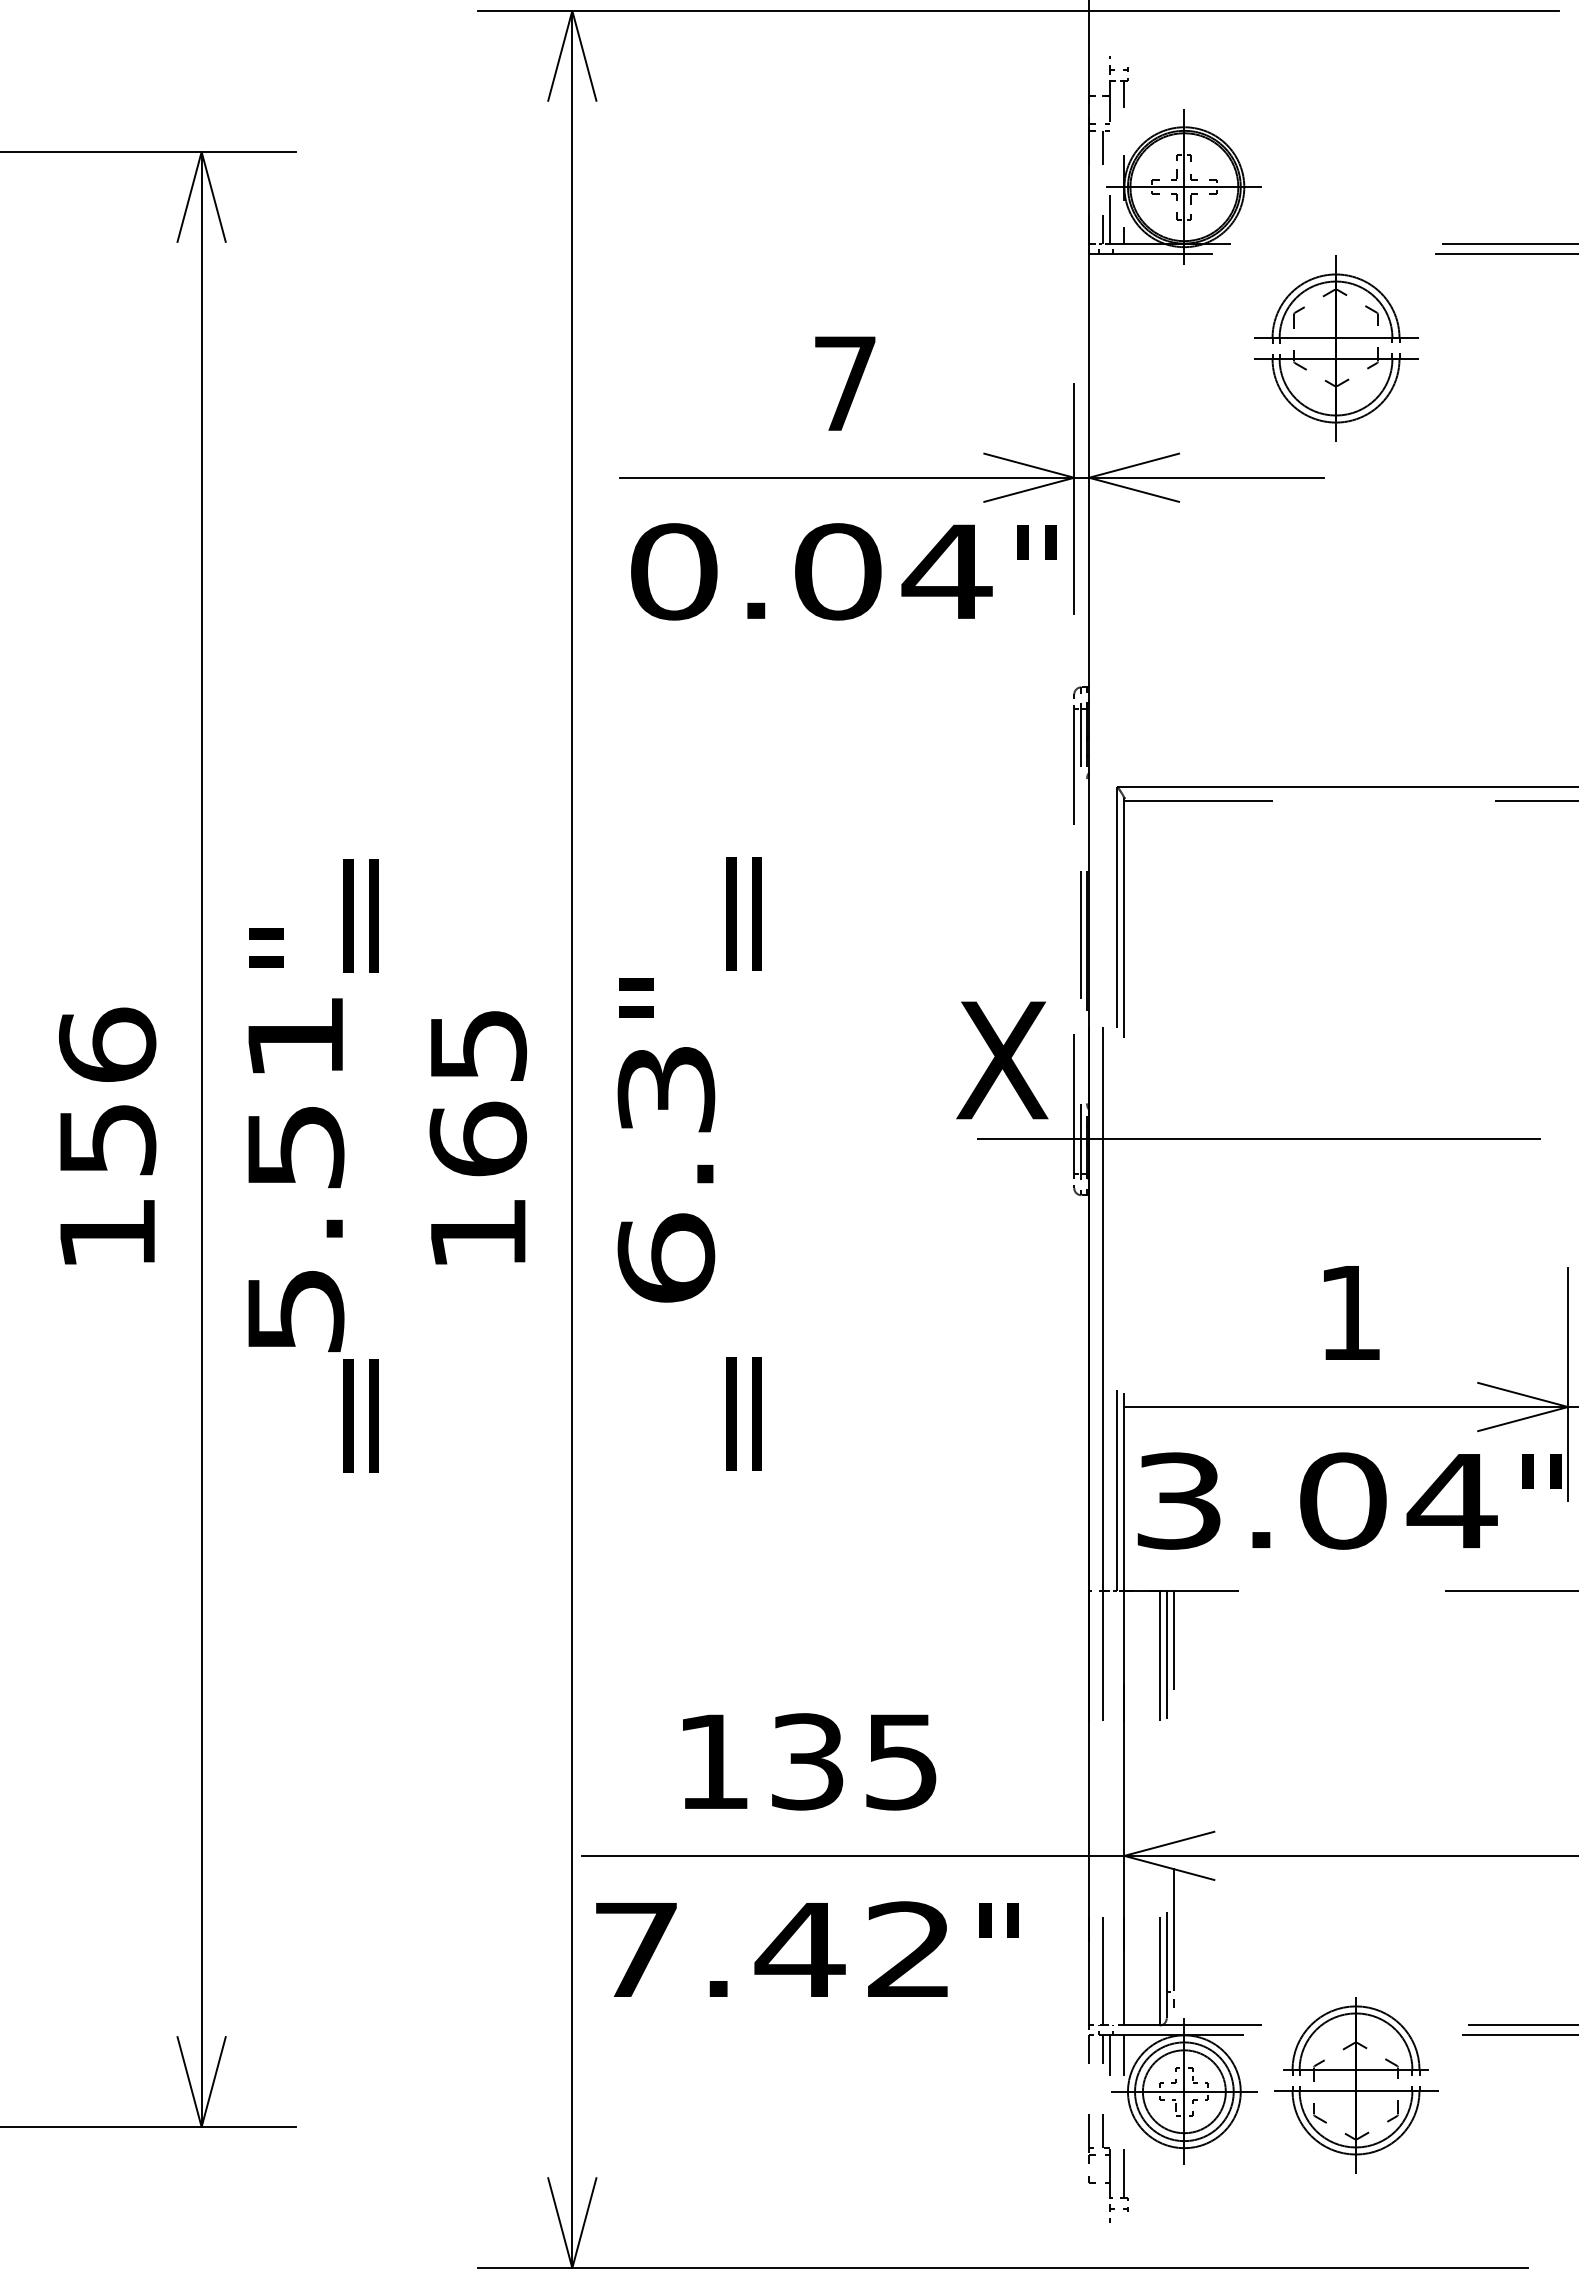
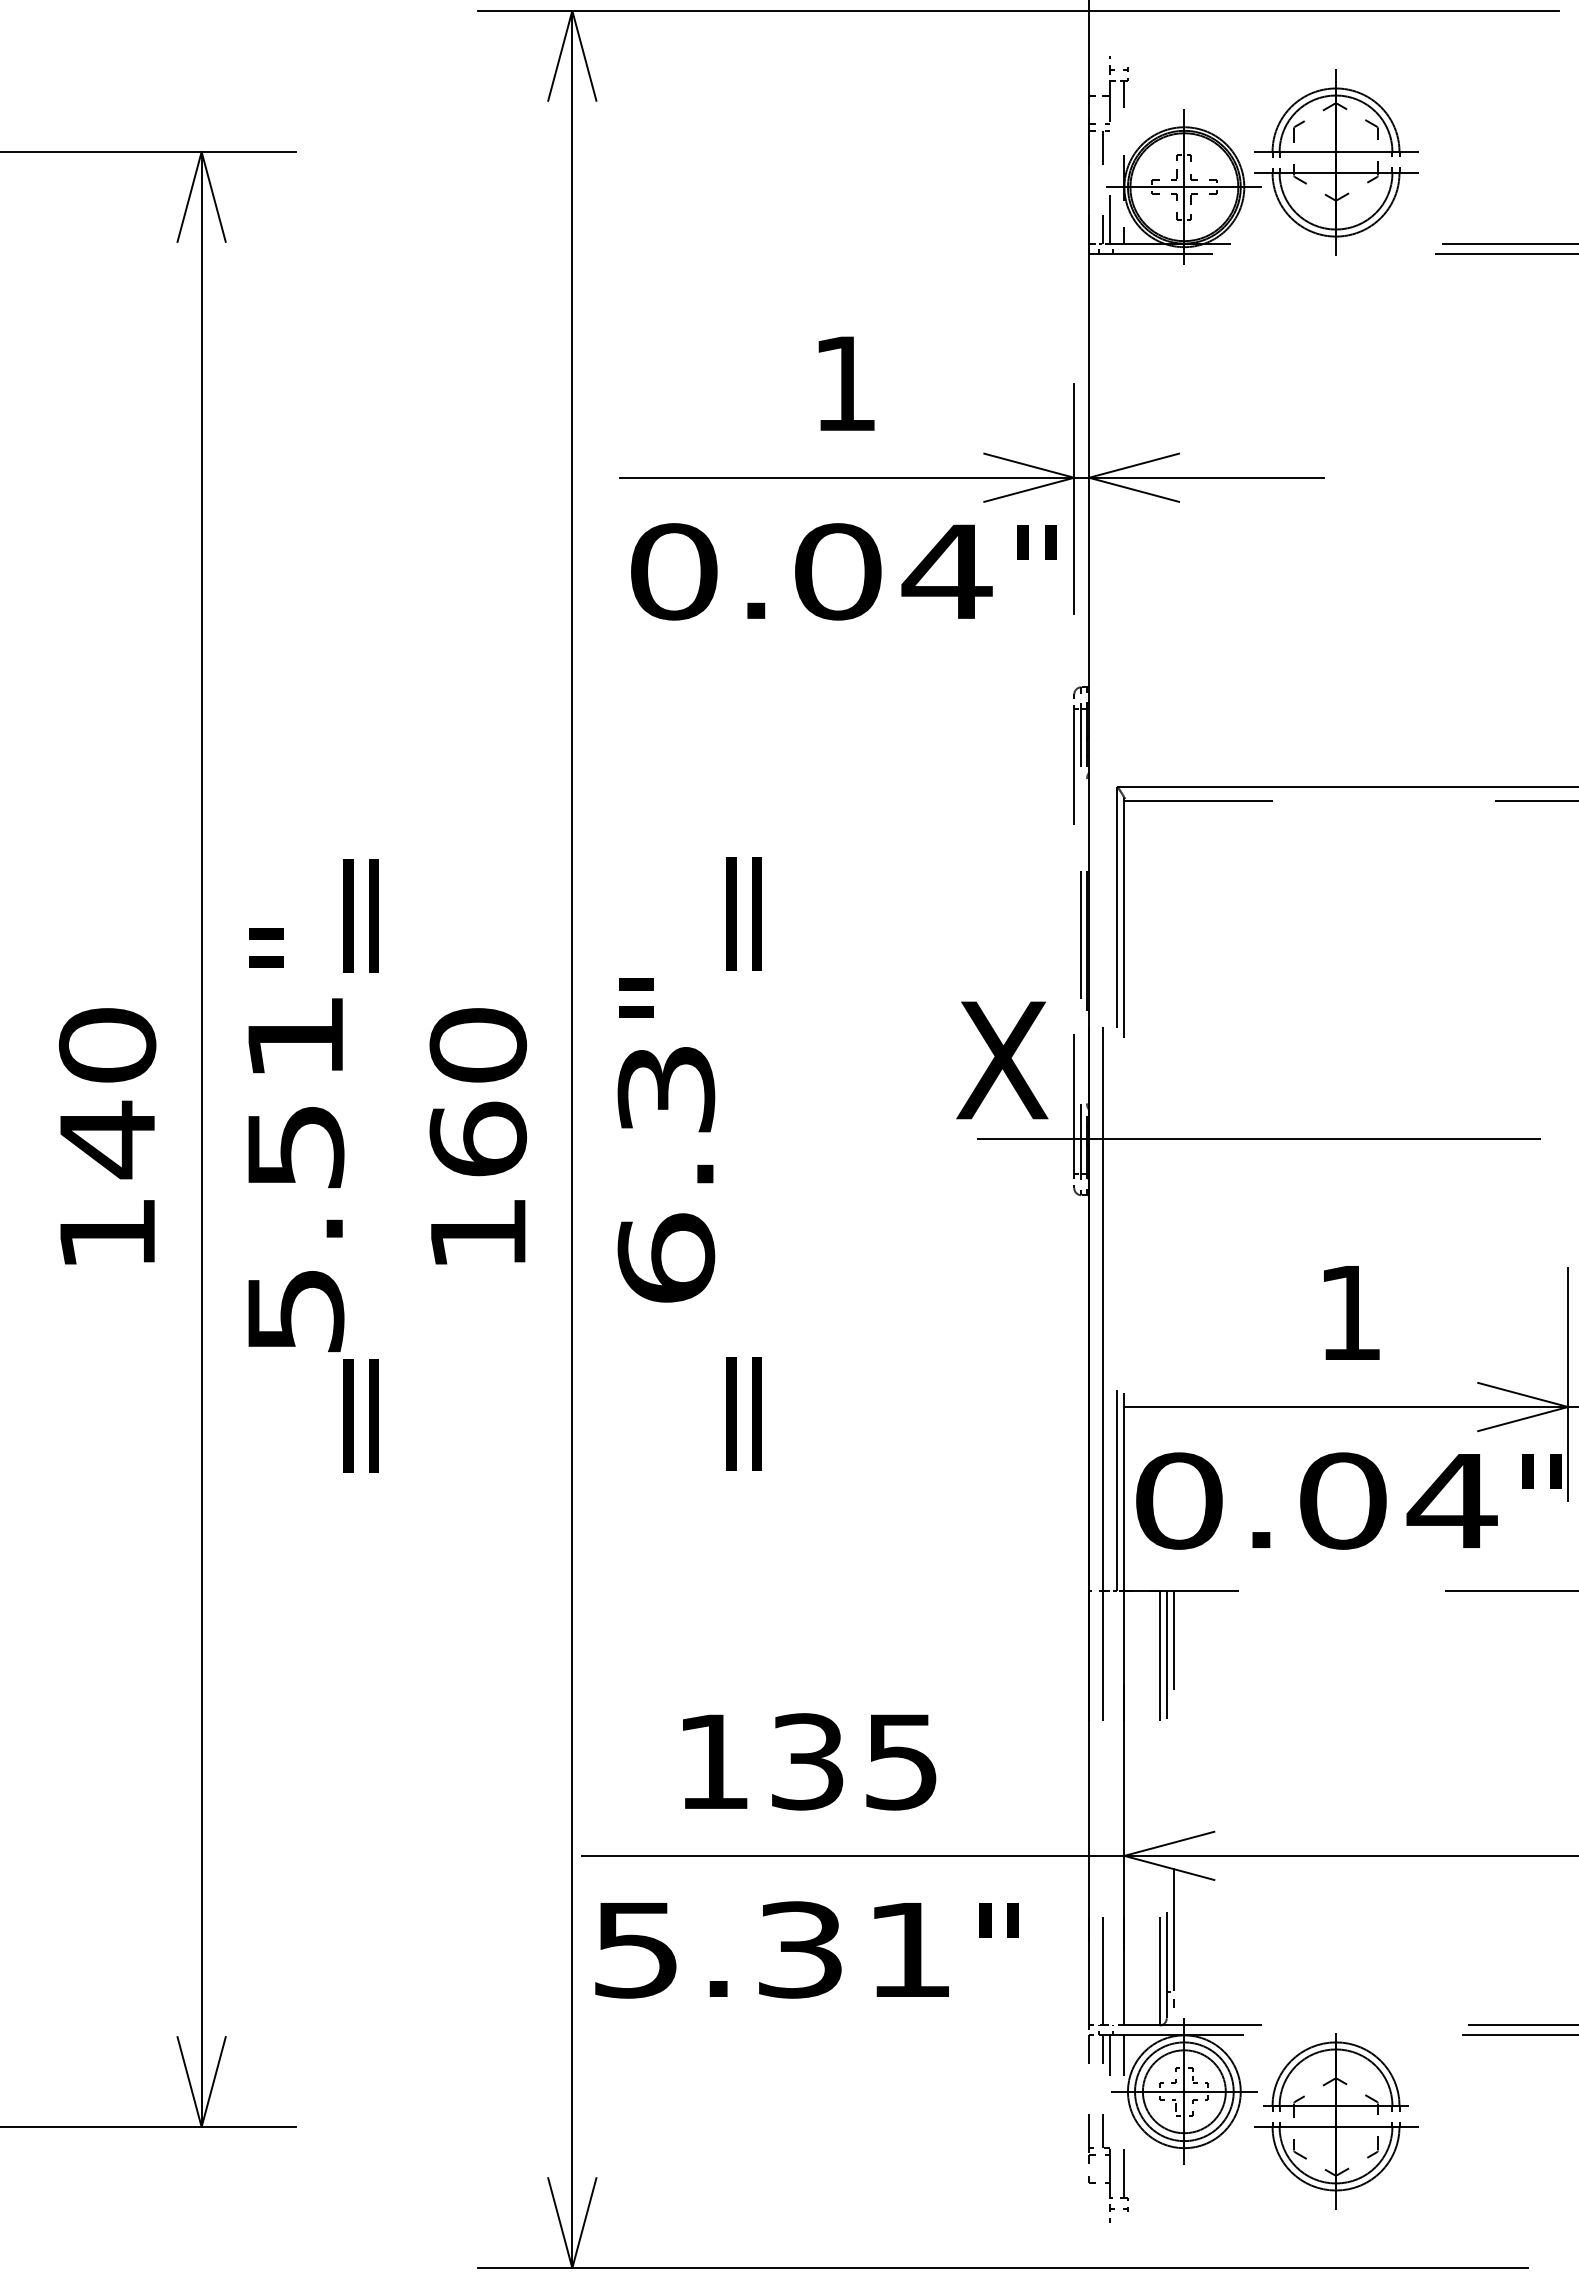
part at (1336, 348) position: (1336, 348) -> (1336, 162)
text at (845, 383): 7 -> 1
text at (478, 1045): 165 -> 160
text at (107, 1093): 156 -> 140
text at (1179, 1500): 3.04 -> 0.04
text at (771, 1949): 7.42 -> 5.31
part at (1356, 2085) position: (1356, 2085) -> (1336, 2121)
